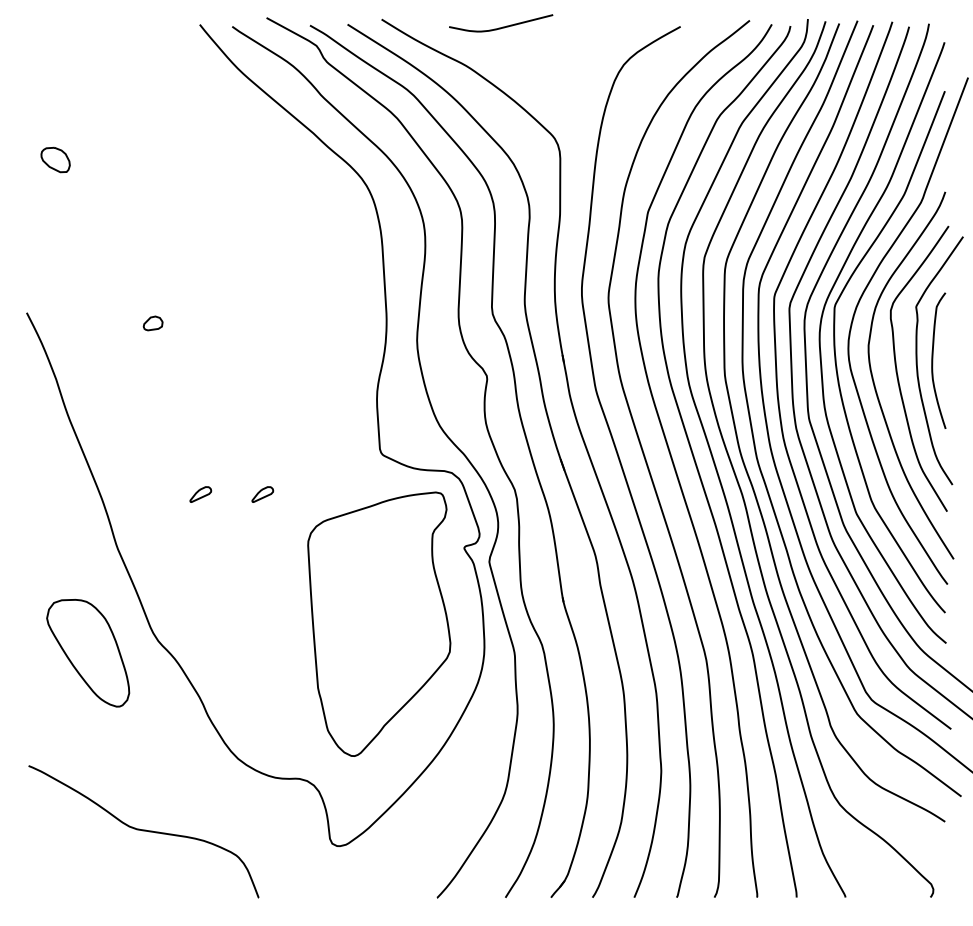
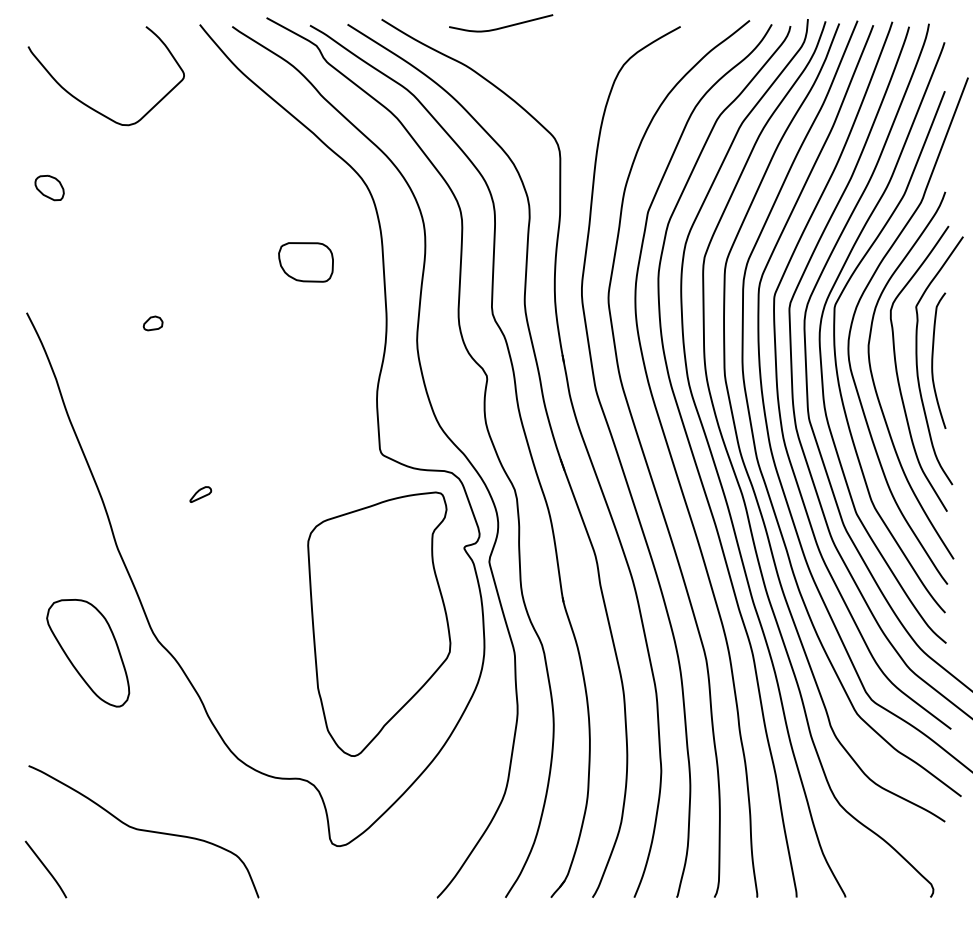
curve at (87, 104): none -> present
part at (55, 159) position: (55, 159) -> (49, 187)
part at (305, 262): none -> present
part at (262, 494): present -> none
curve at (45, 868): none -> present
